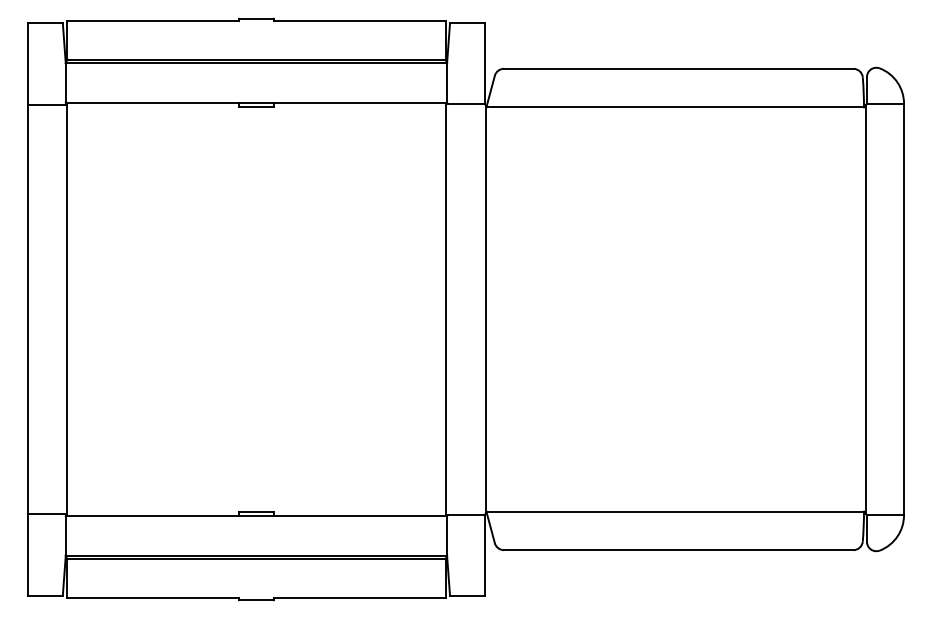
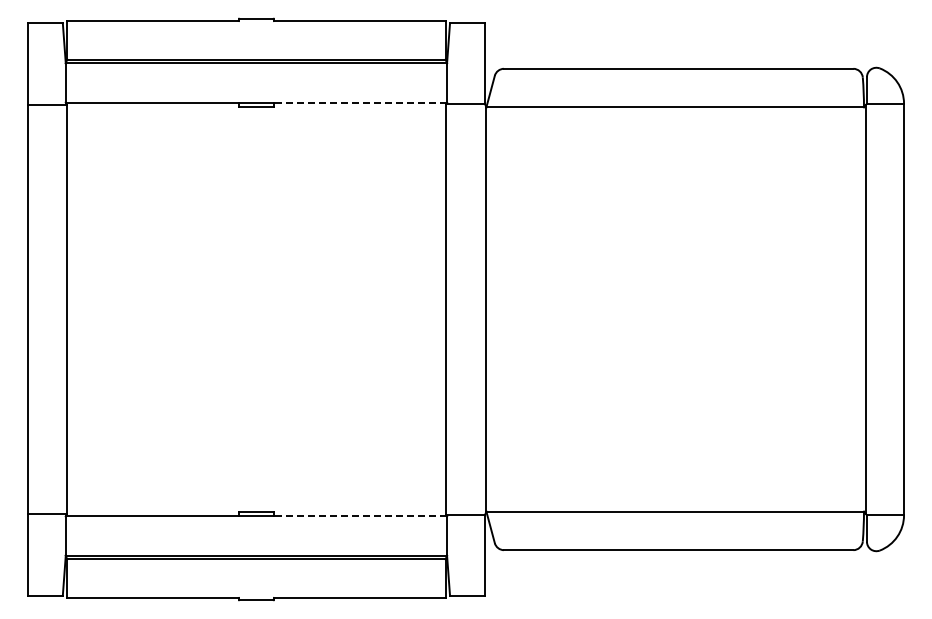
line at (360, 102): solid -> dashed
line at (360, 516): solid -> dashed
